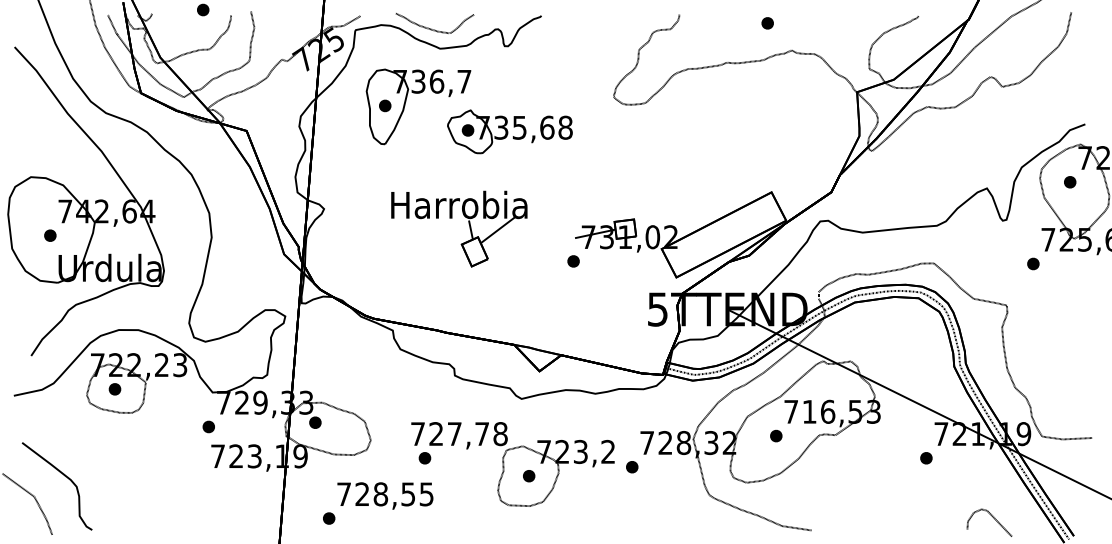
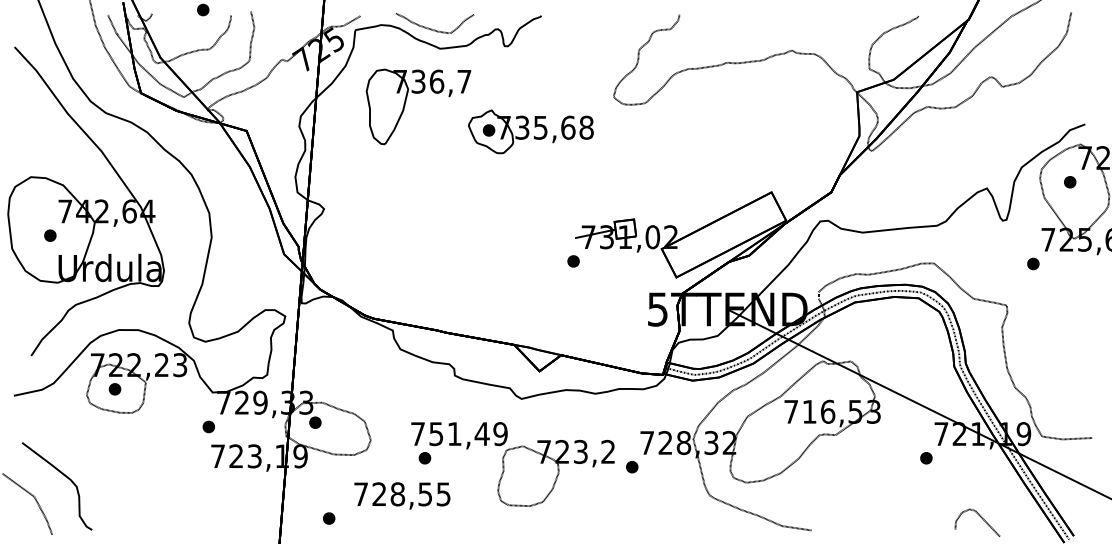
part at (767, 23): present -> none
part at (385, 105): present -> none
part at (509, 131) position: (509, 131) -> (530, 131)
part at (468, 224): present -> none
text at (468, 434): 727,78 -> 751,49
part at (776, 435): present -> none
part at (529, 476): present -> none
text at (385, 495) position: (385, 495) -> (402, 495)
curve at (993, 518) position: (993, 518) -> (981, 518)
